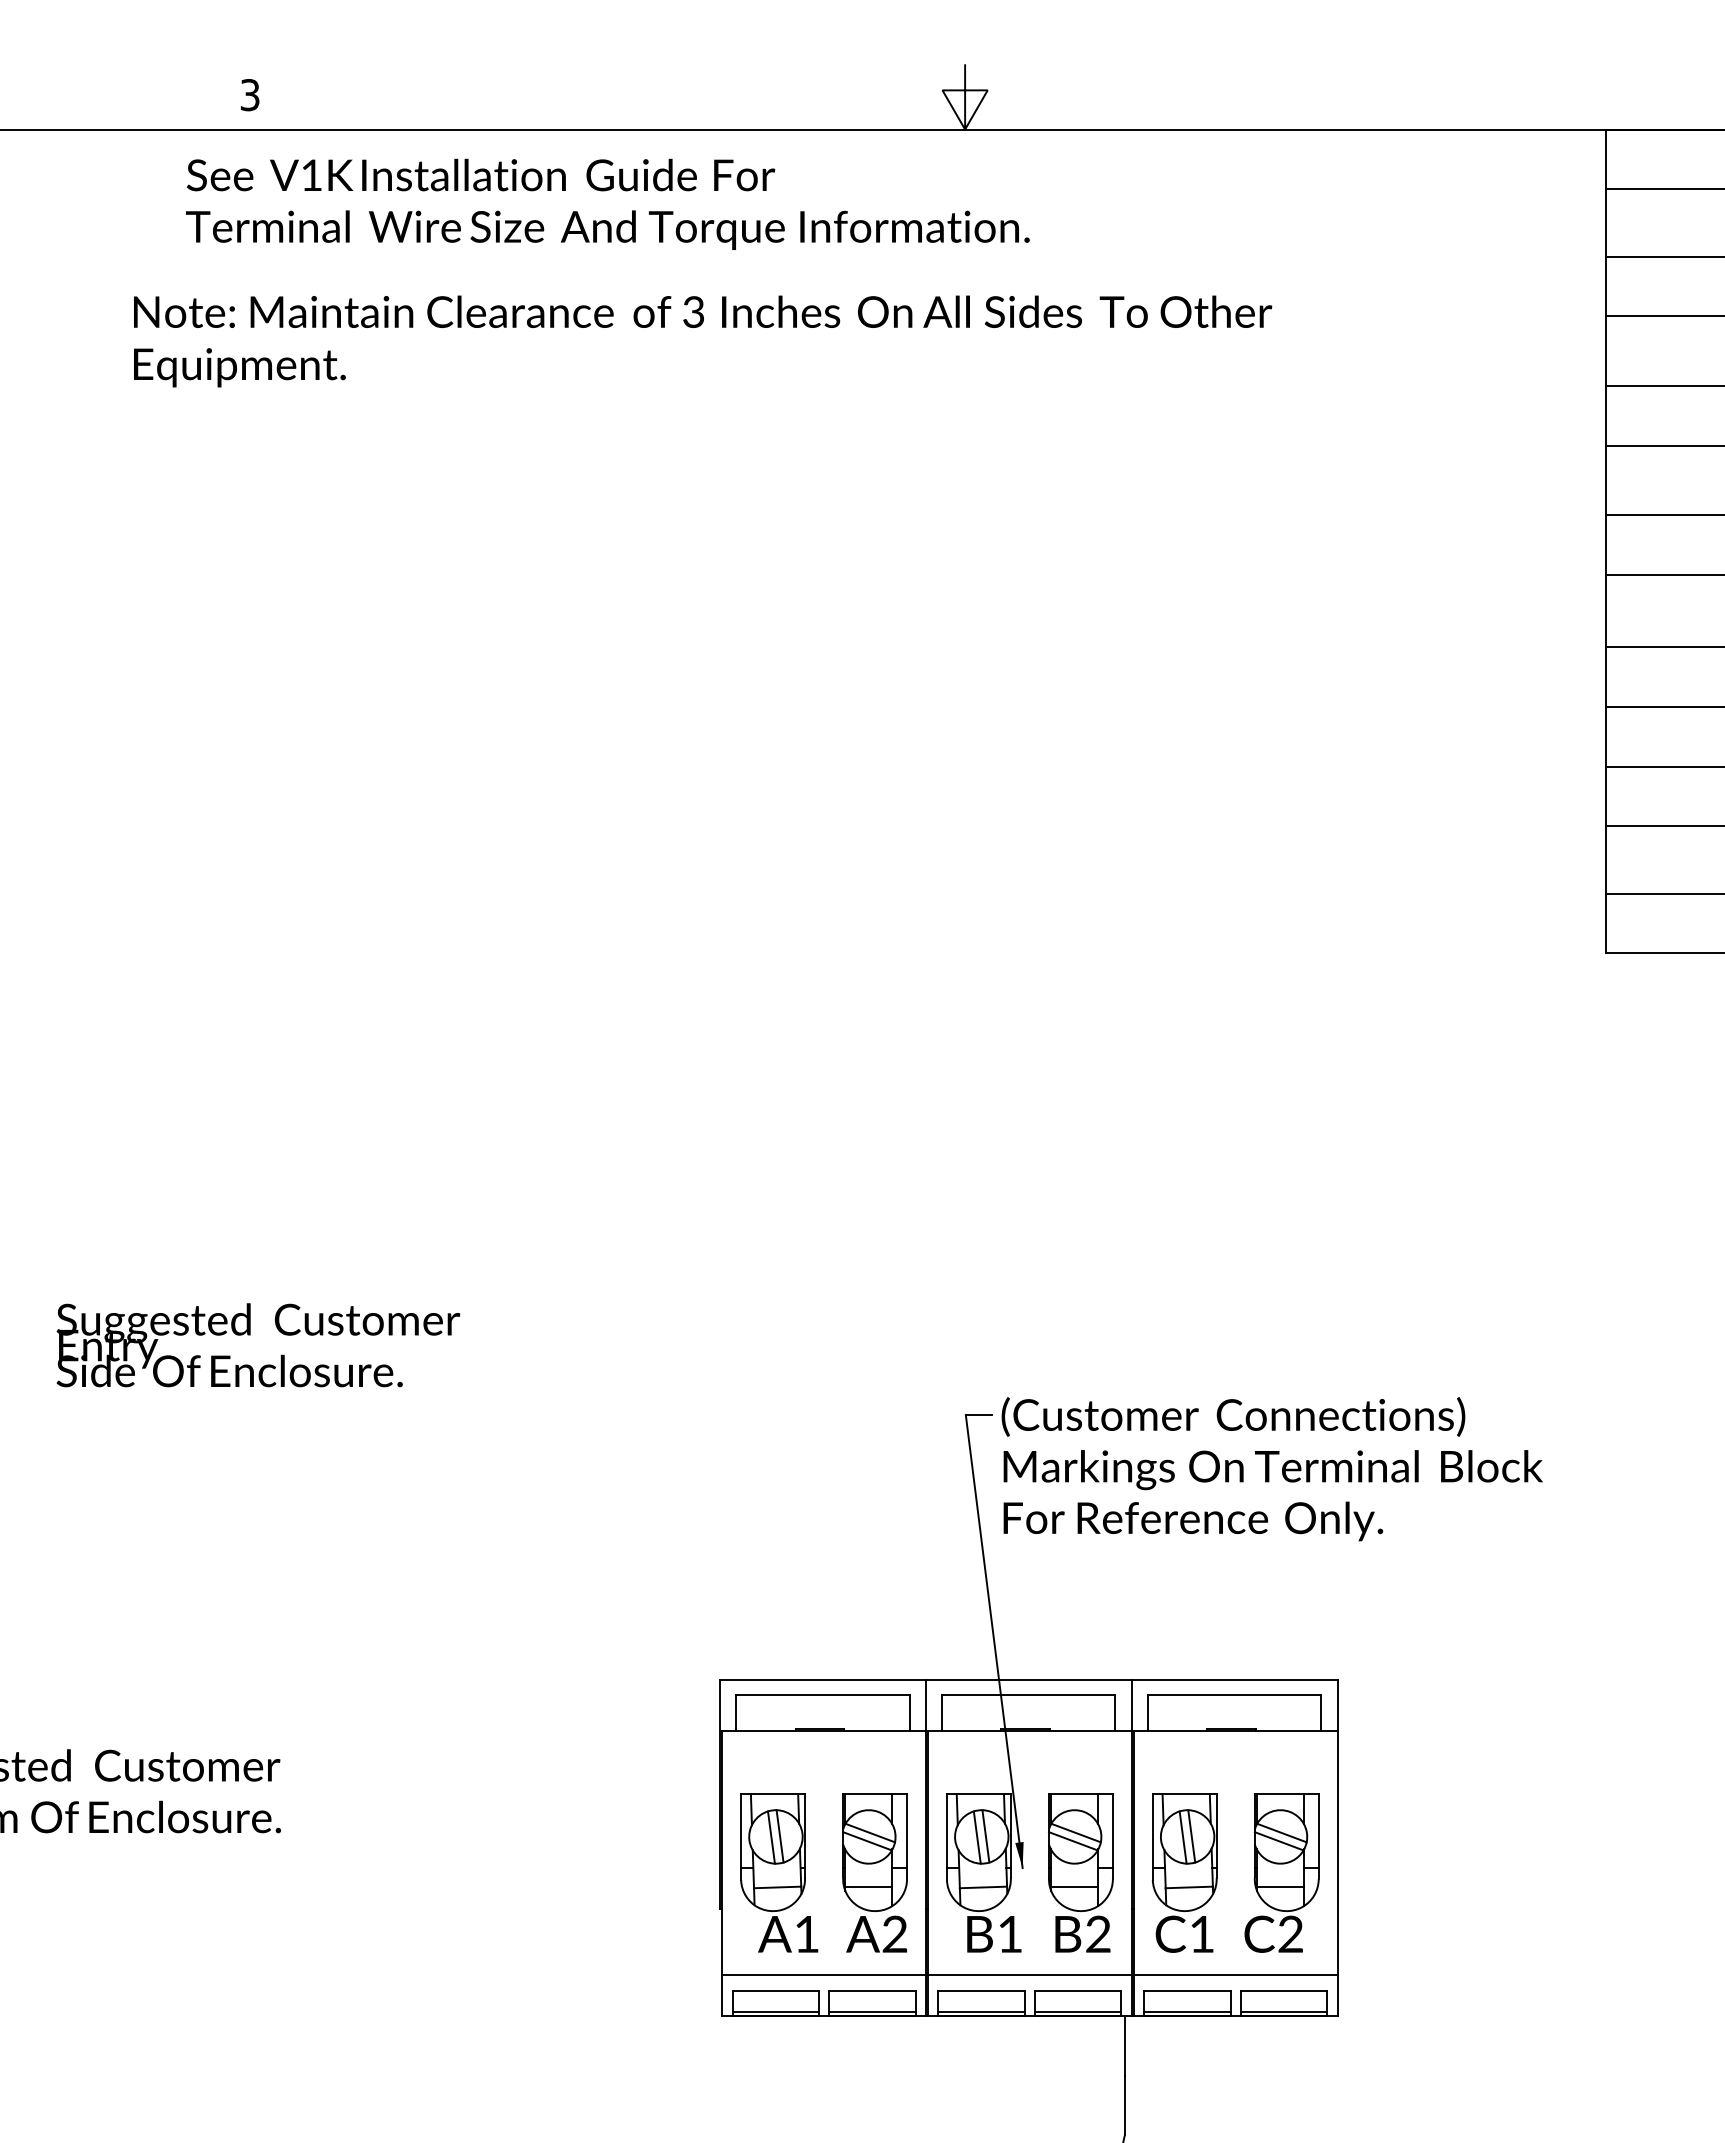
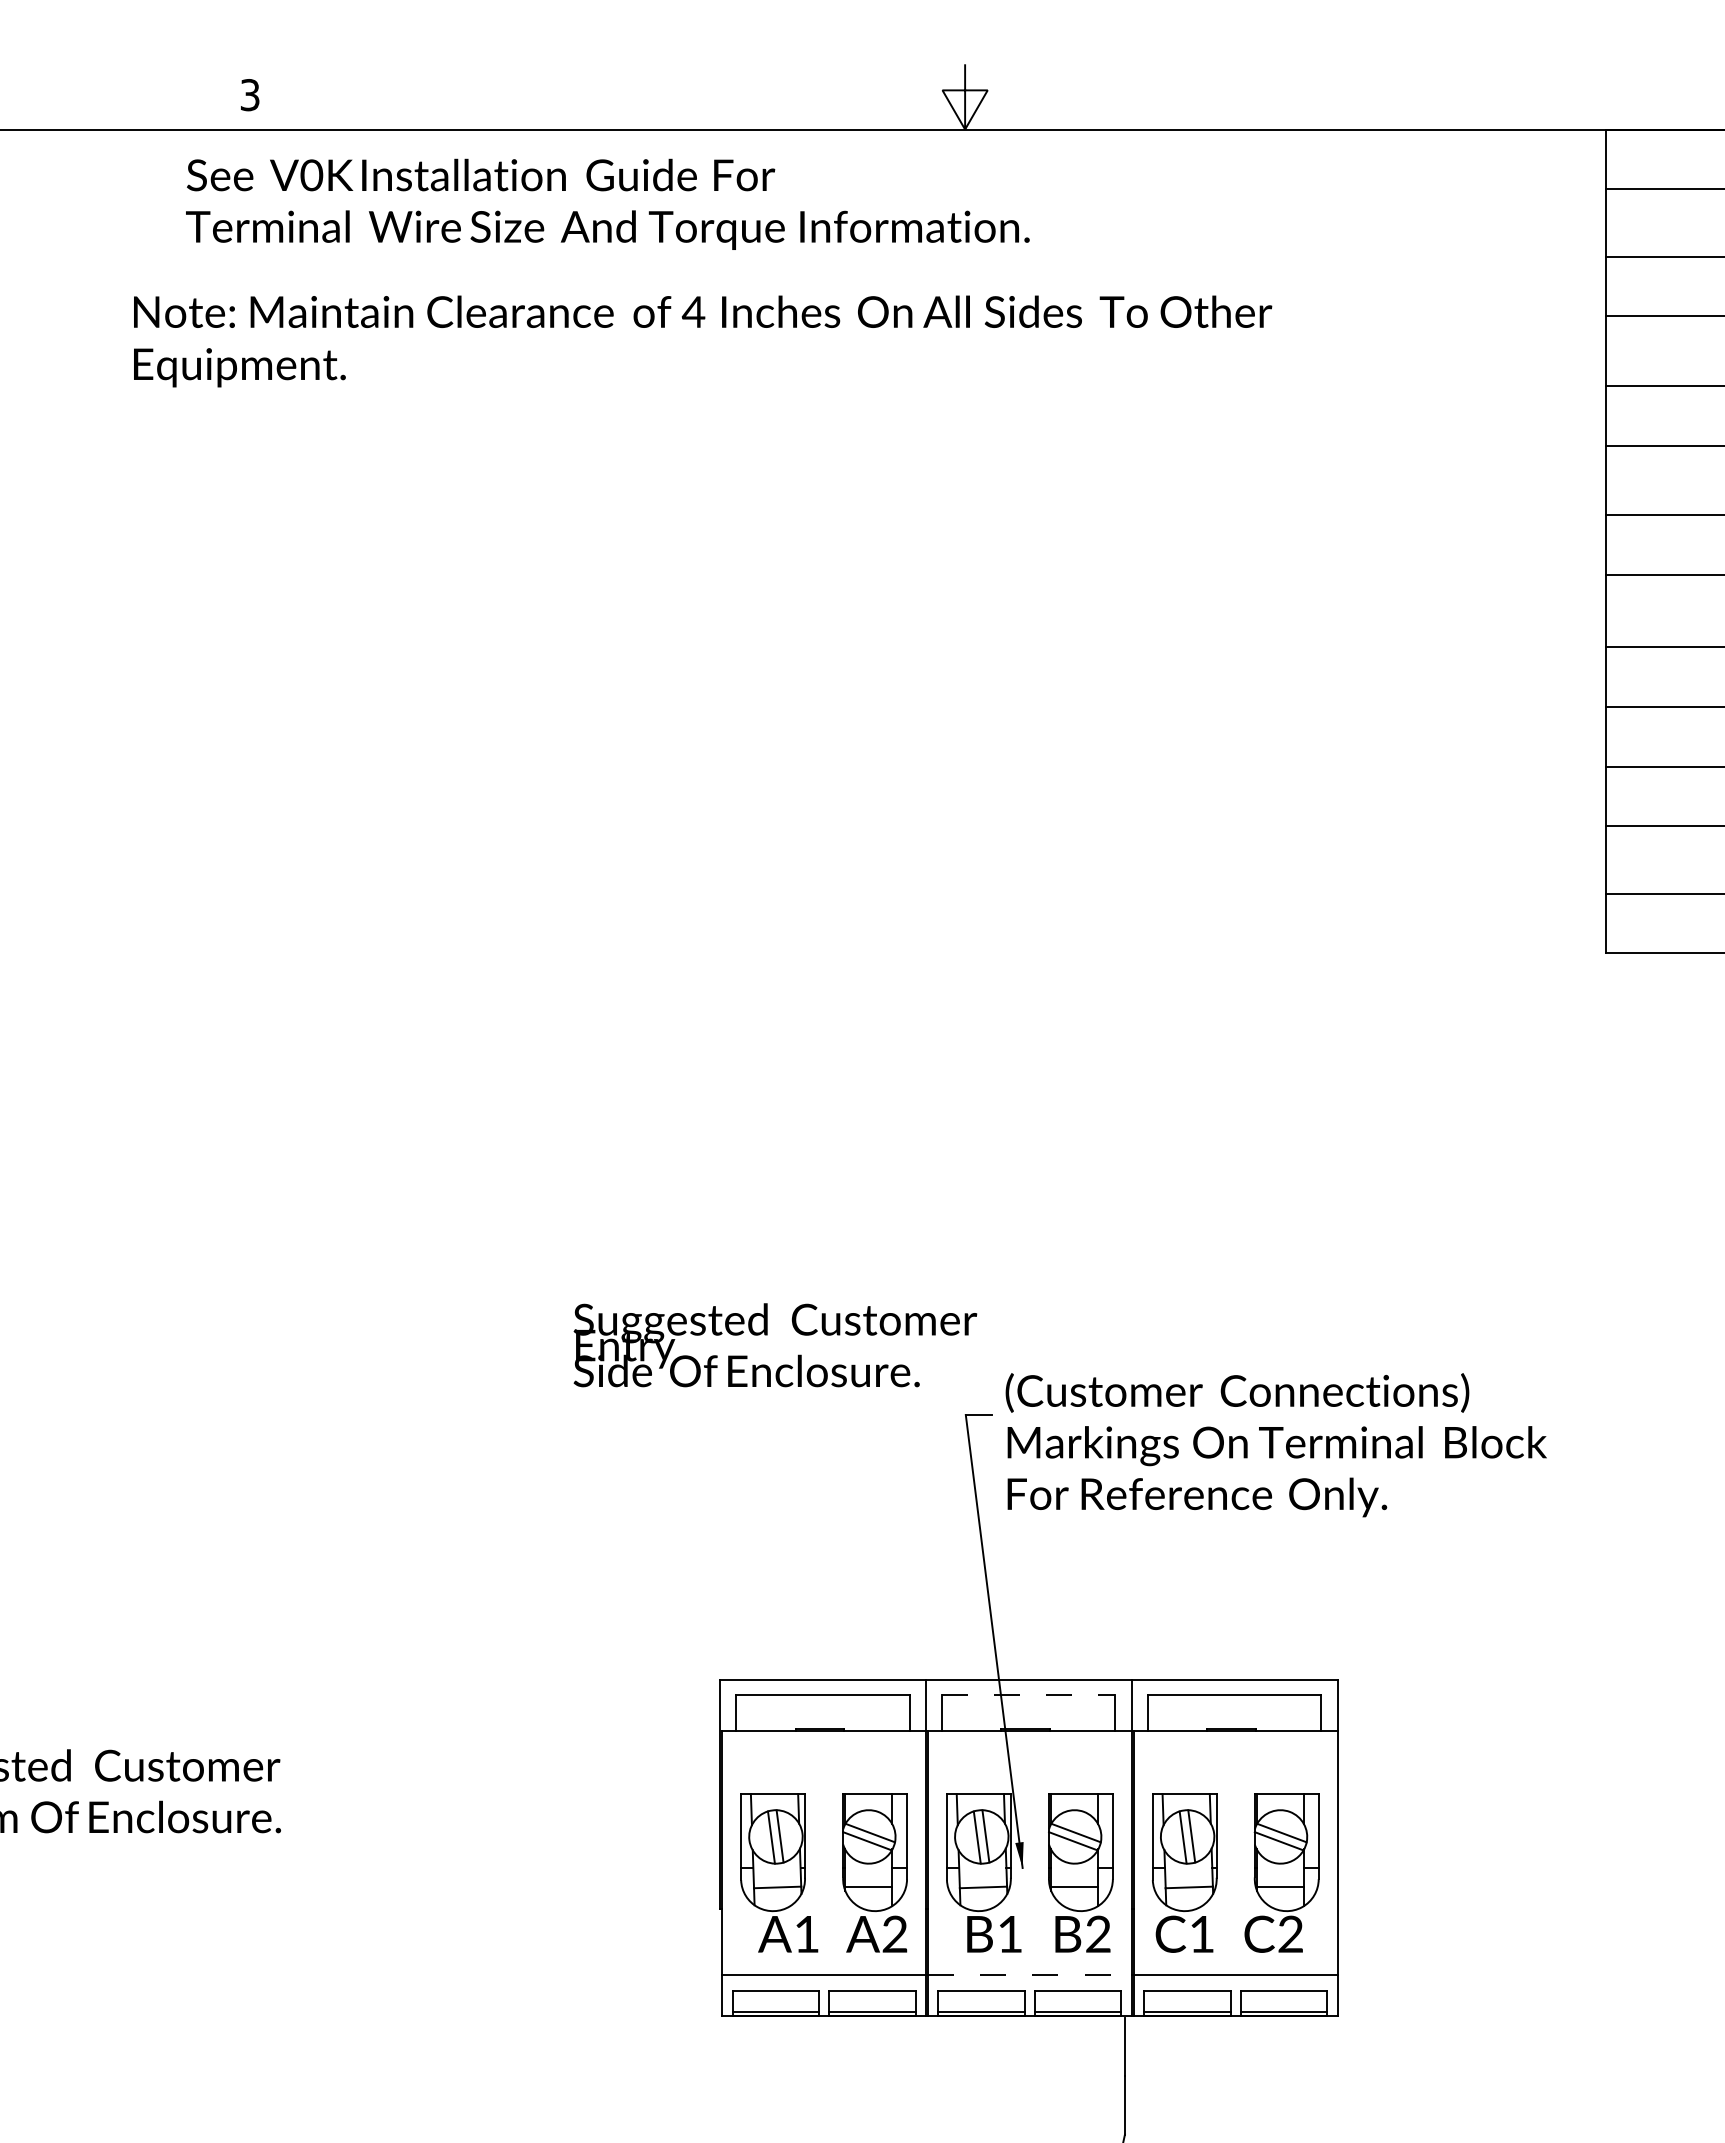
text at (311, 175): V1K -> V0K
text at (693, 312): 3 -> 4
text at (258, 1345) position: (258, 1345) -> (775, 1345)
text at (1271, 1469) position: (1271, 1469) -> (1275, 1445)
line at (1028, 1695): solid -> dashed
line at (1029, 1975): solid -> dashed
